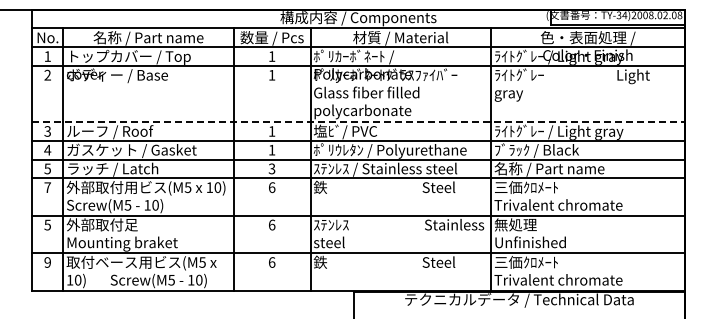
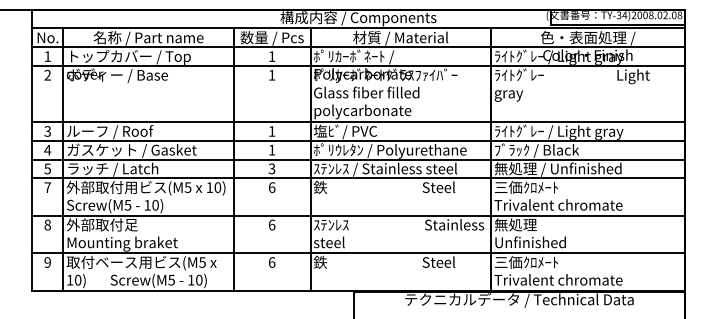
line at (359, 122): dashed -> solid
text at (557, 169): 名称 / Part name -> 無処理 / Unfinished
text at (47, 224): 5 -> 8
